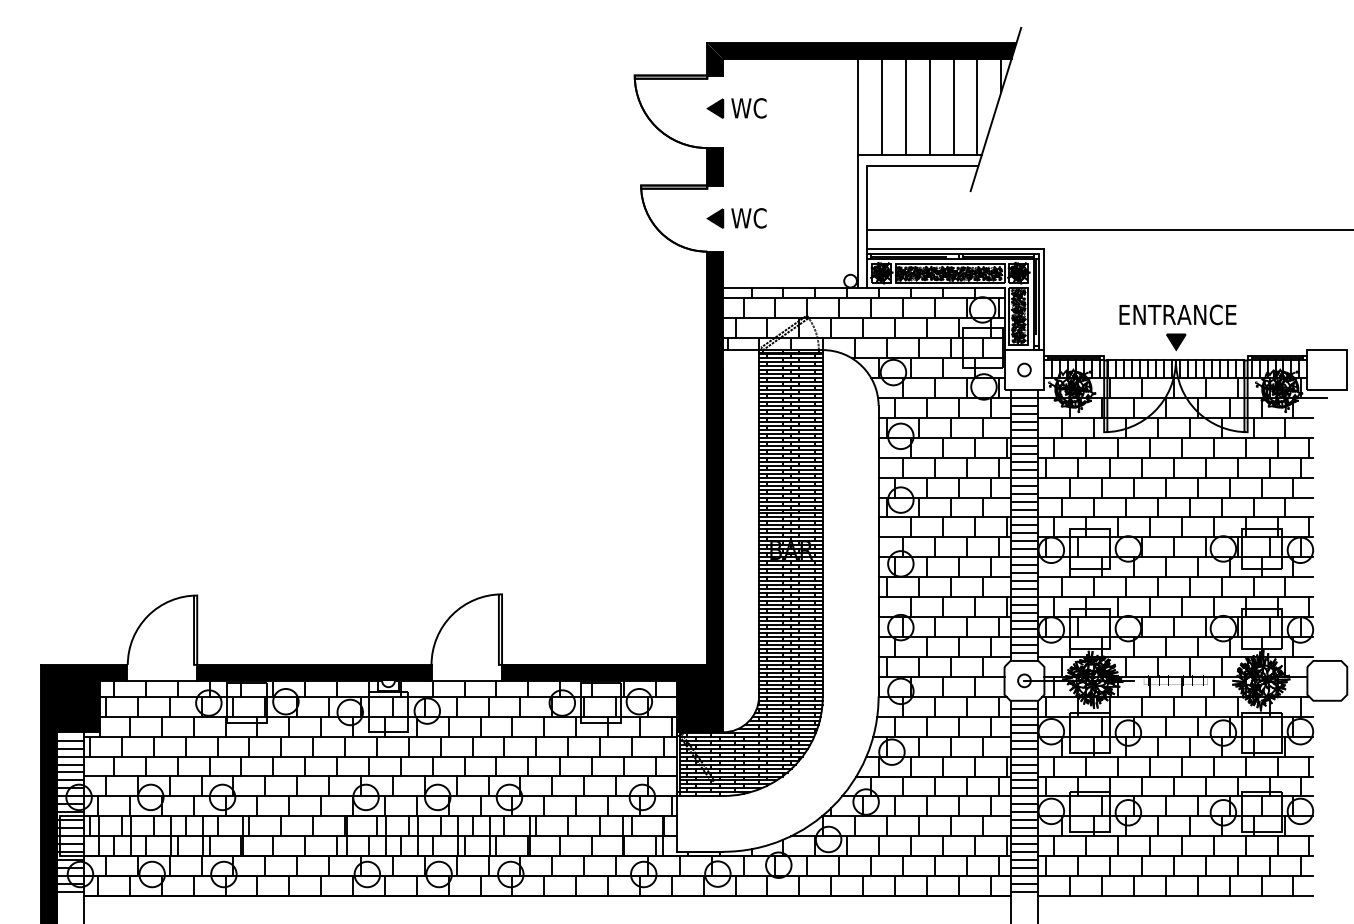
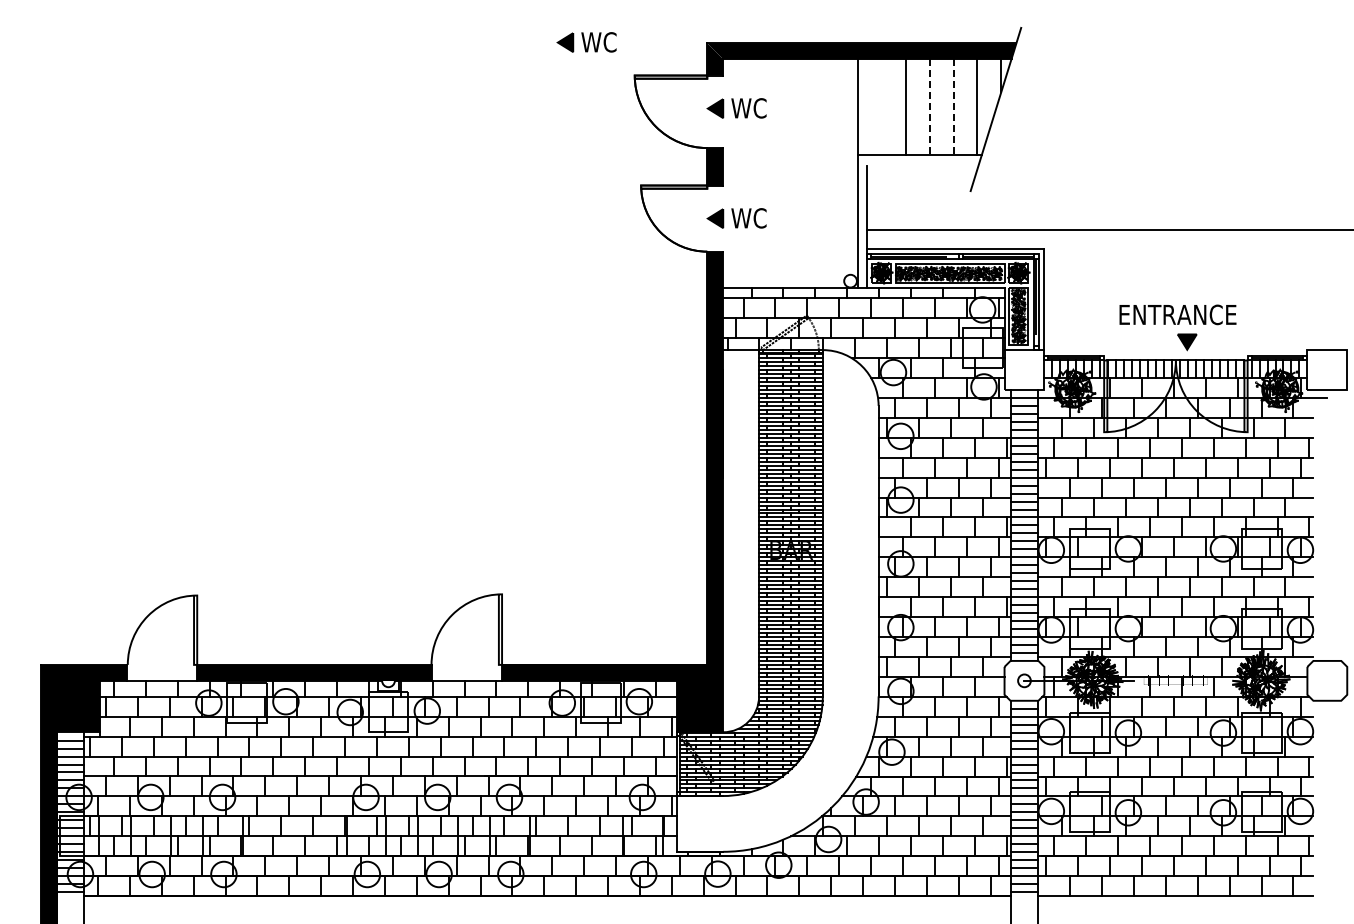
part at (586, 42): none -> present
line at (881, 106): present -> none
line at (929, 107): solid -> dashed
line at (953, 107): solid -> dashed
line at (923, 166): present -> none
part at (1176, 342) position: (1176, 342) -> (1187, 342)
circle at (1024, 369): present -> none
